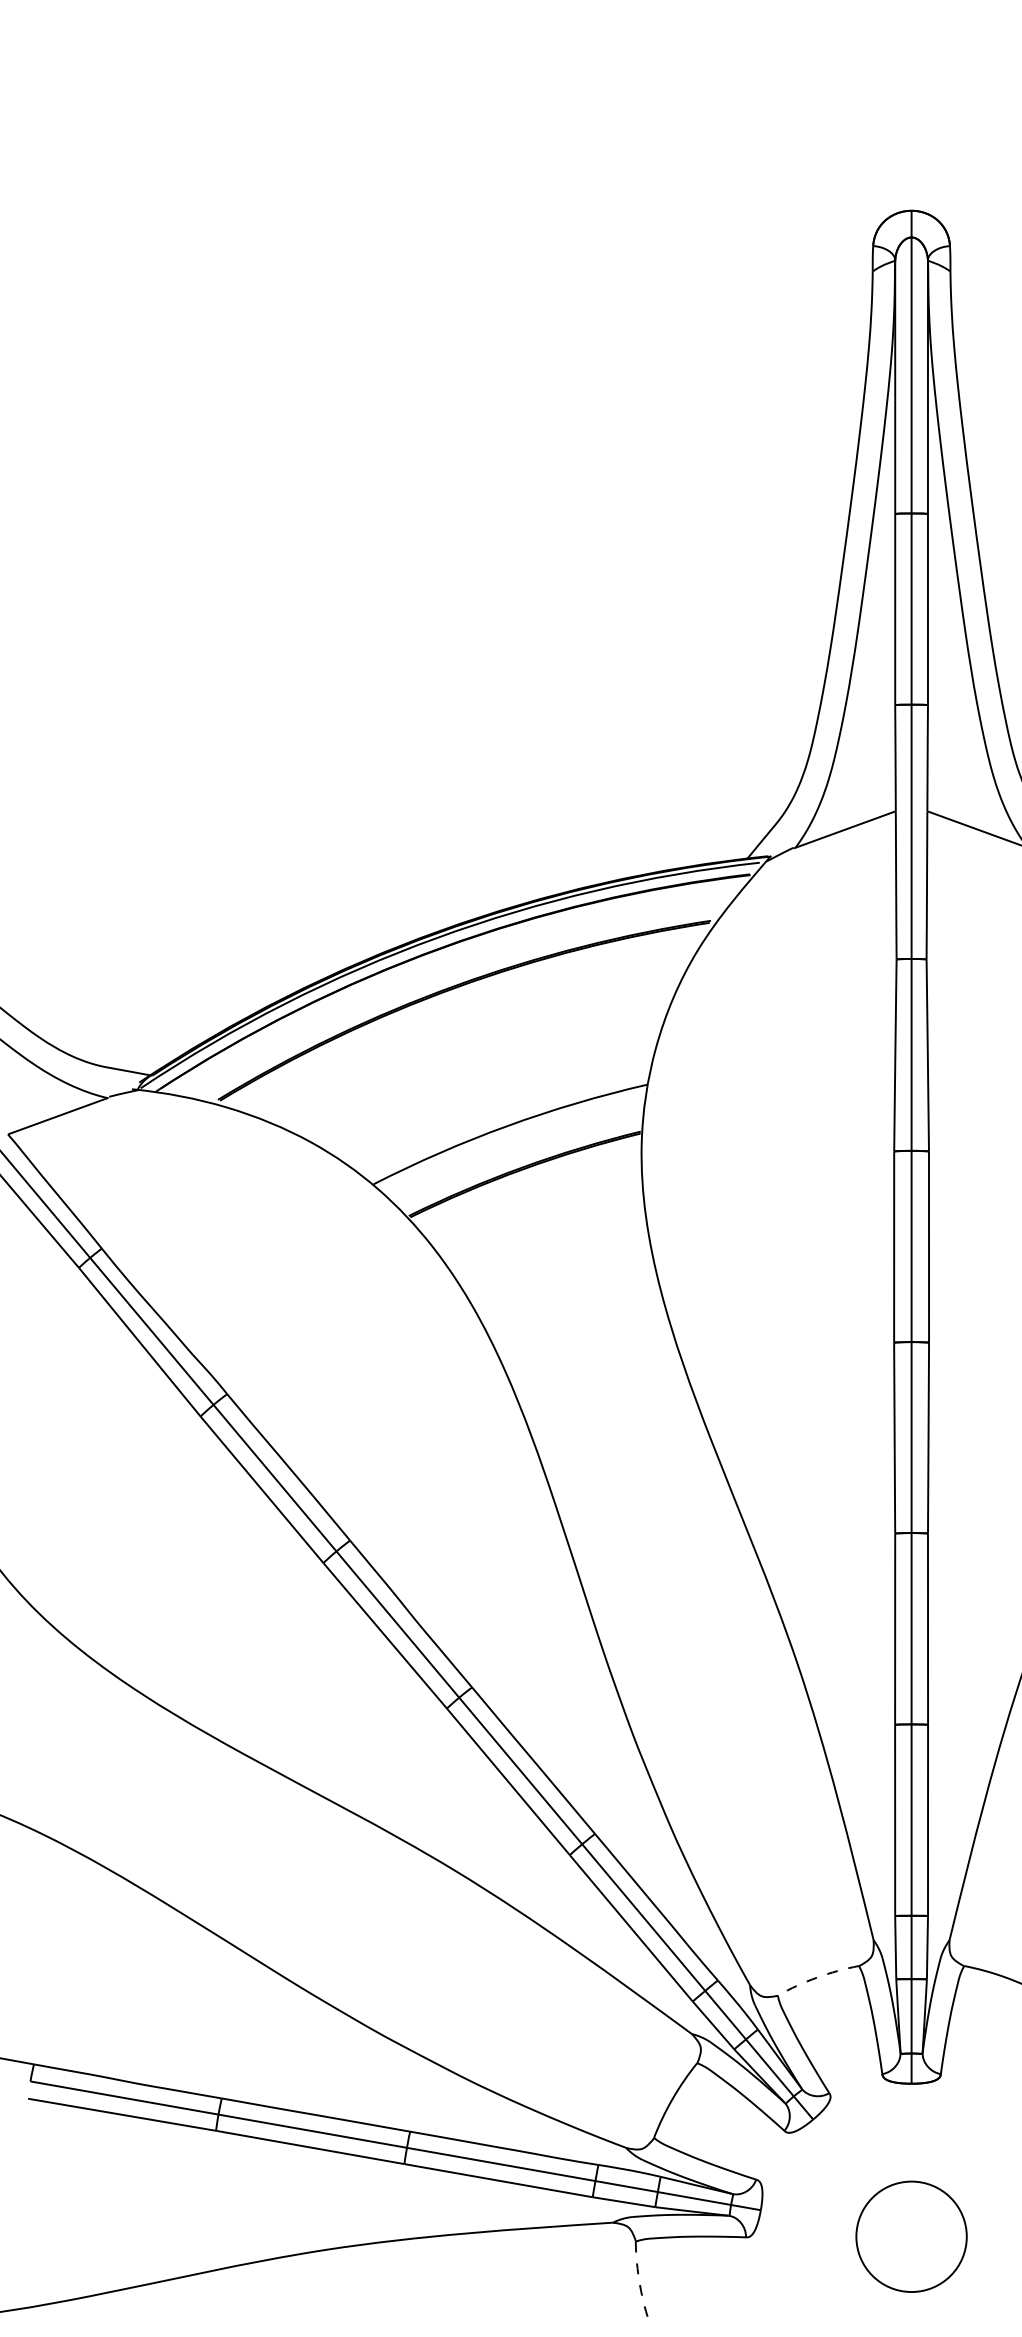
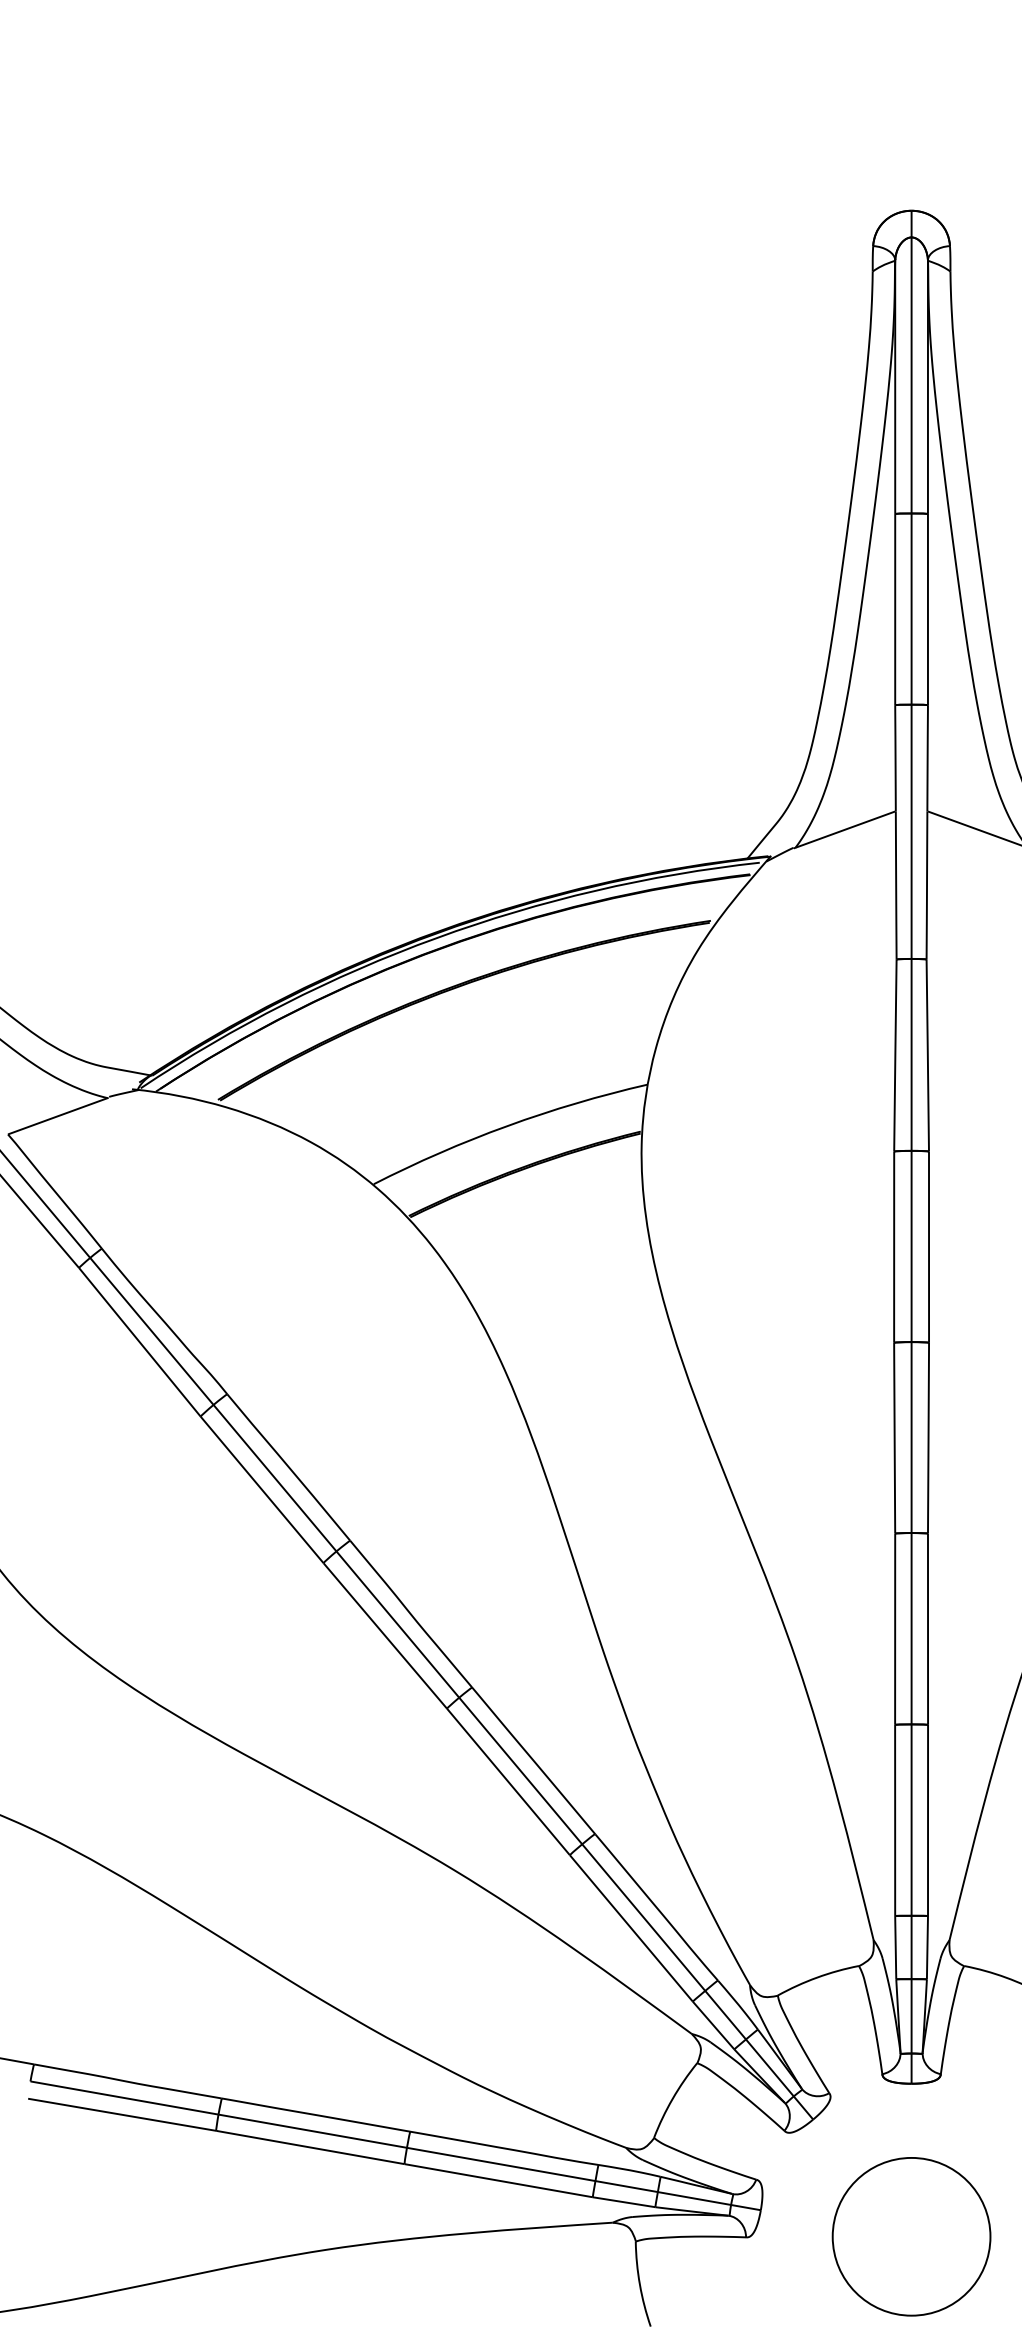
arc at (817, 1977): dashed -> solid
circle at (911, 2236) diameter: 110 px -> 158 px
arc at (639, 2284): dashed -> solid
